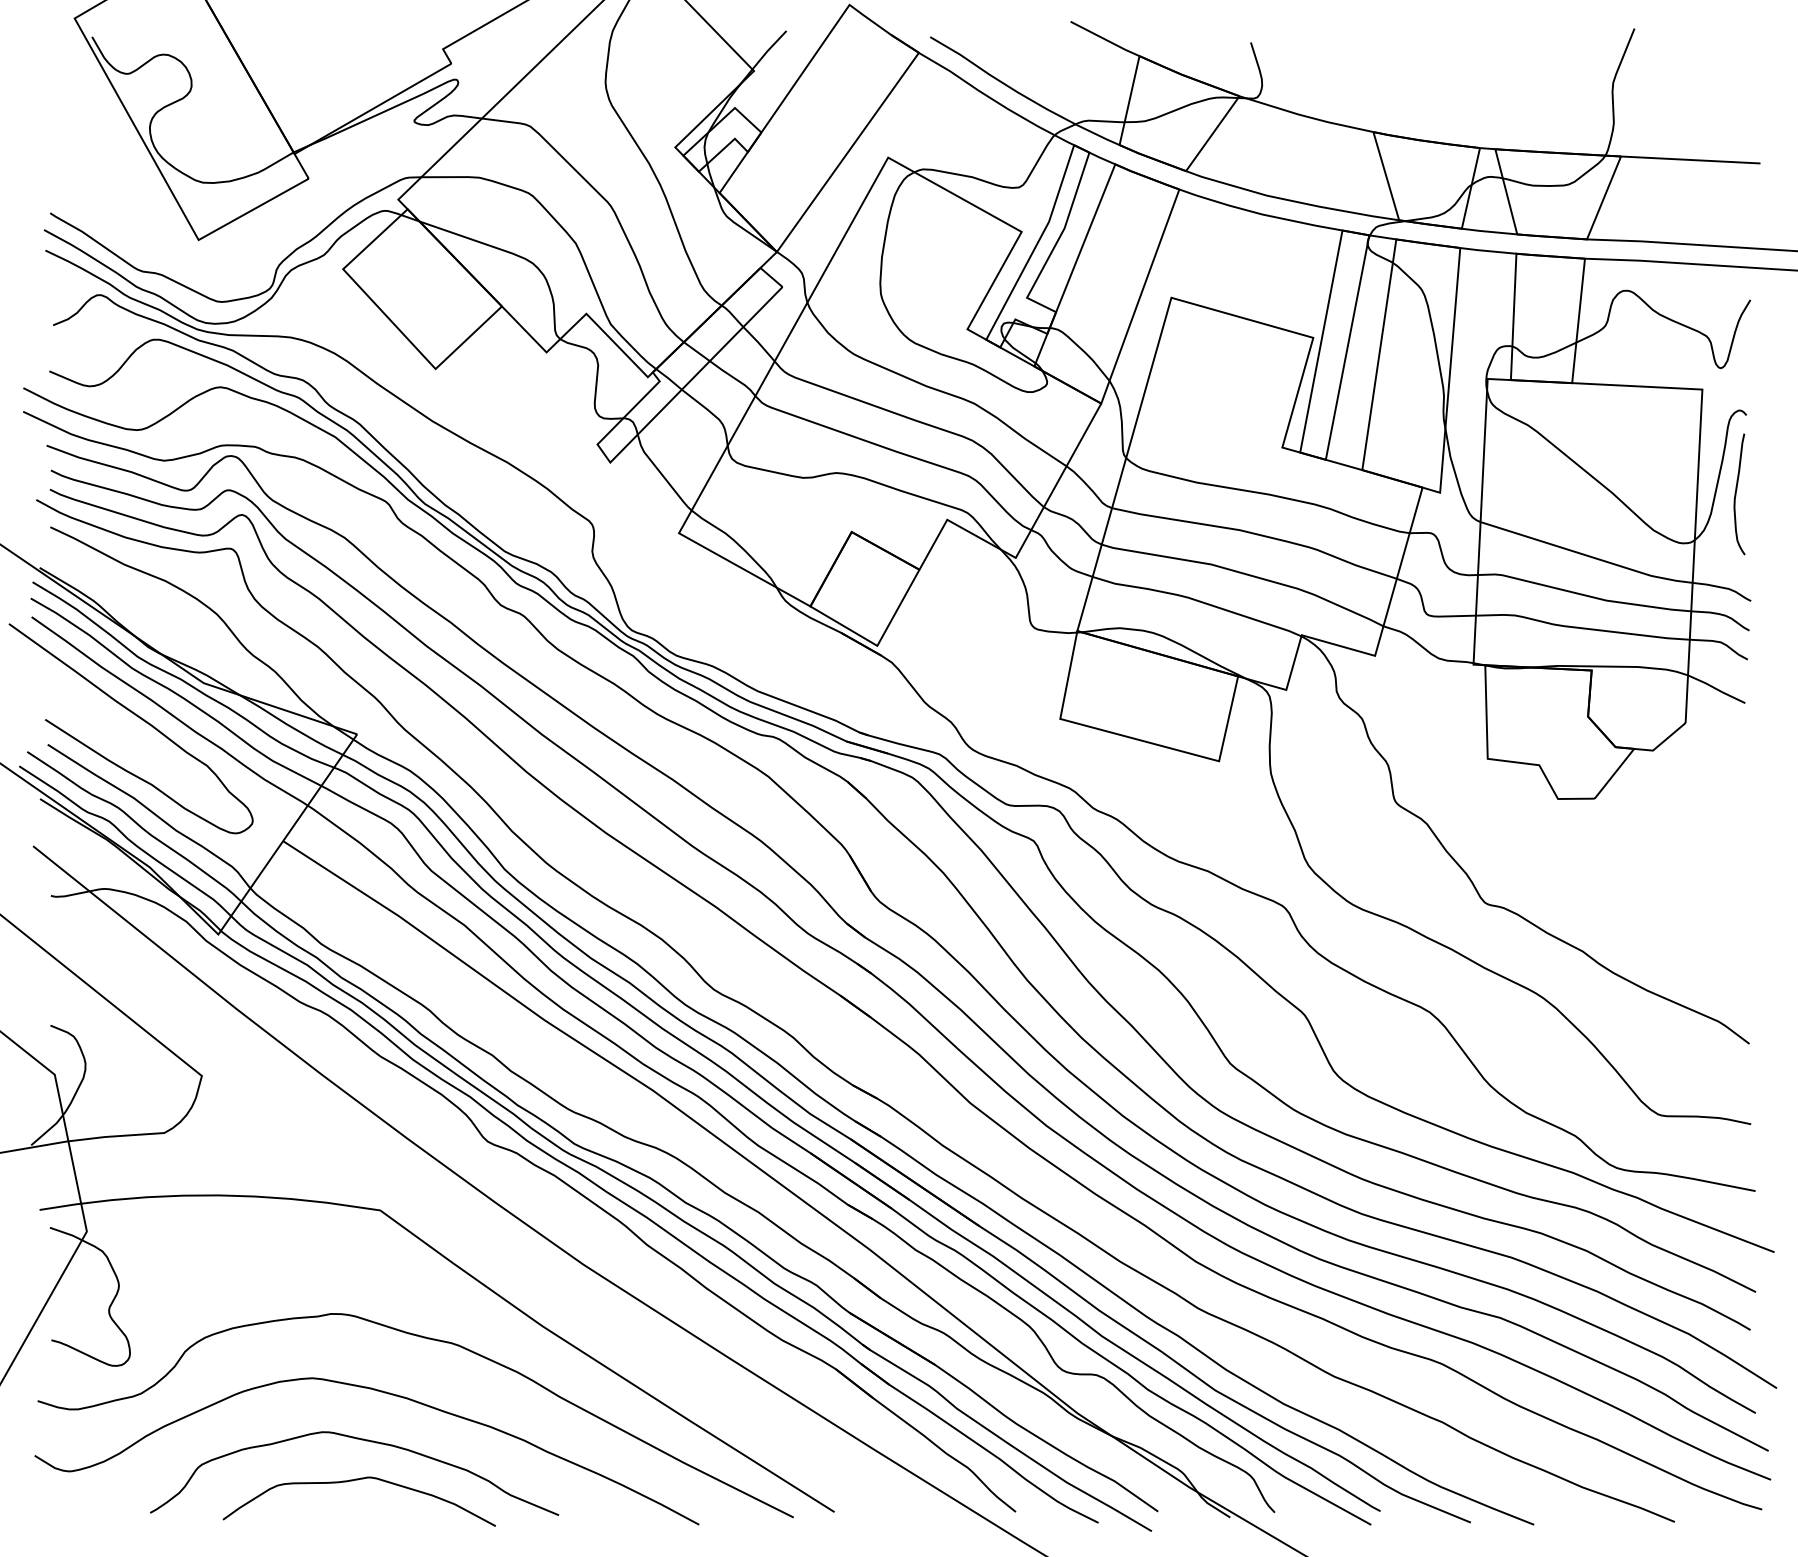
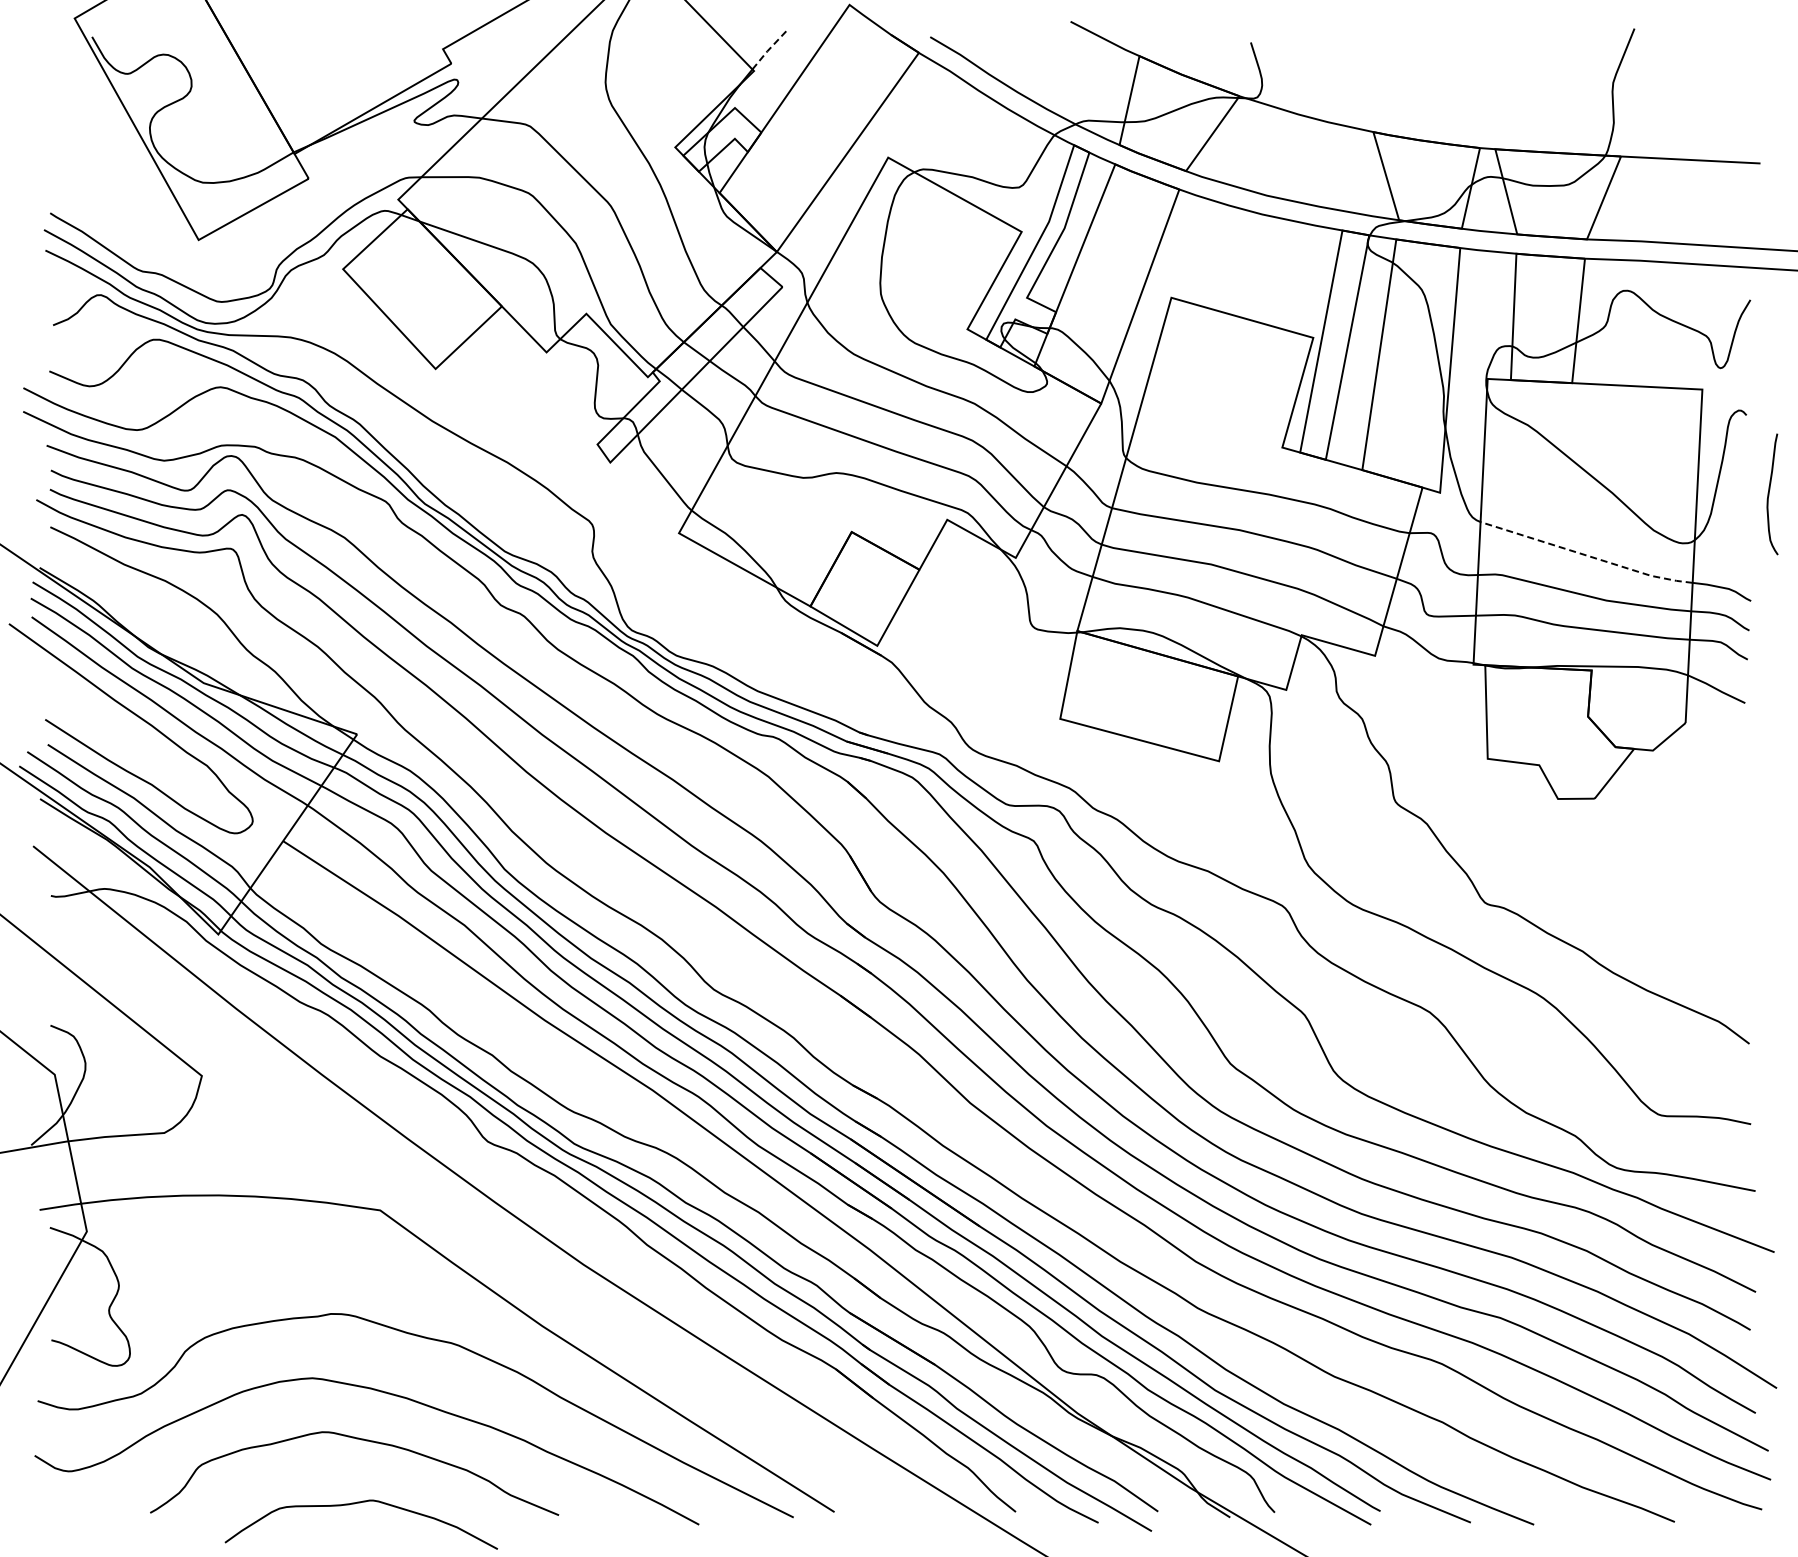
line at (768, 49): solid -> dashed
curve at (1736, 494) position: (1736, 494) -> (1769, 494)
line at (1587, 555): solid -> dashed
curve at (352, 1481) position: (352, 1481) -> (354, 1504)
